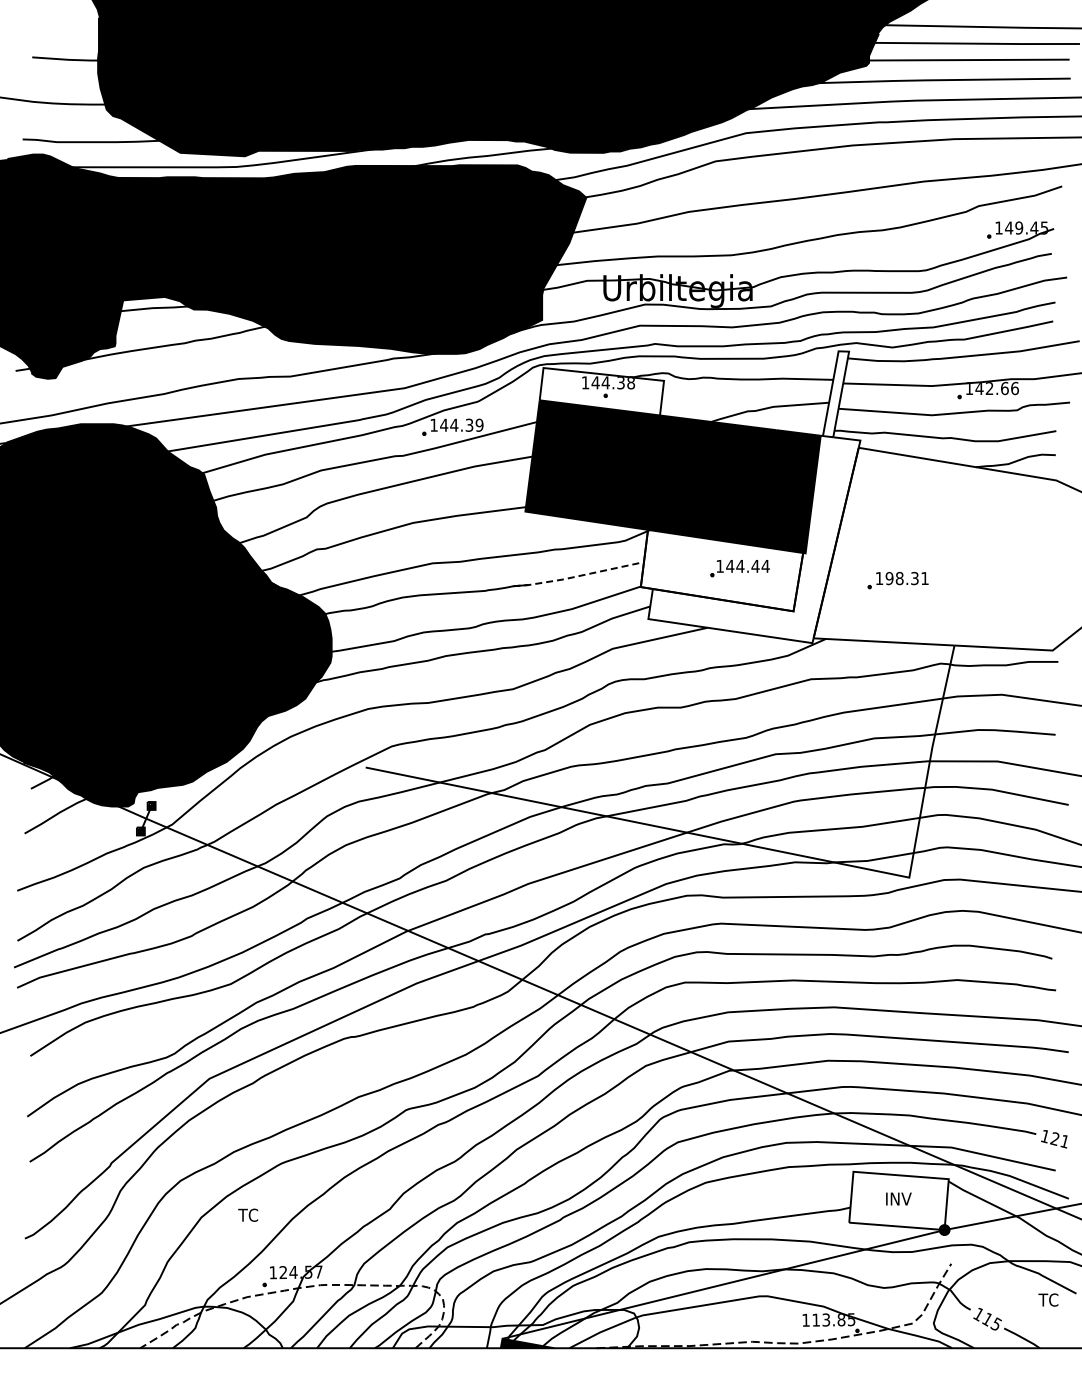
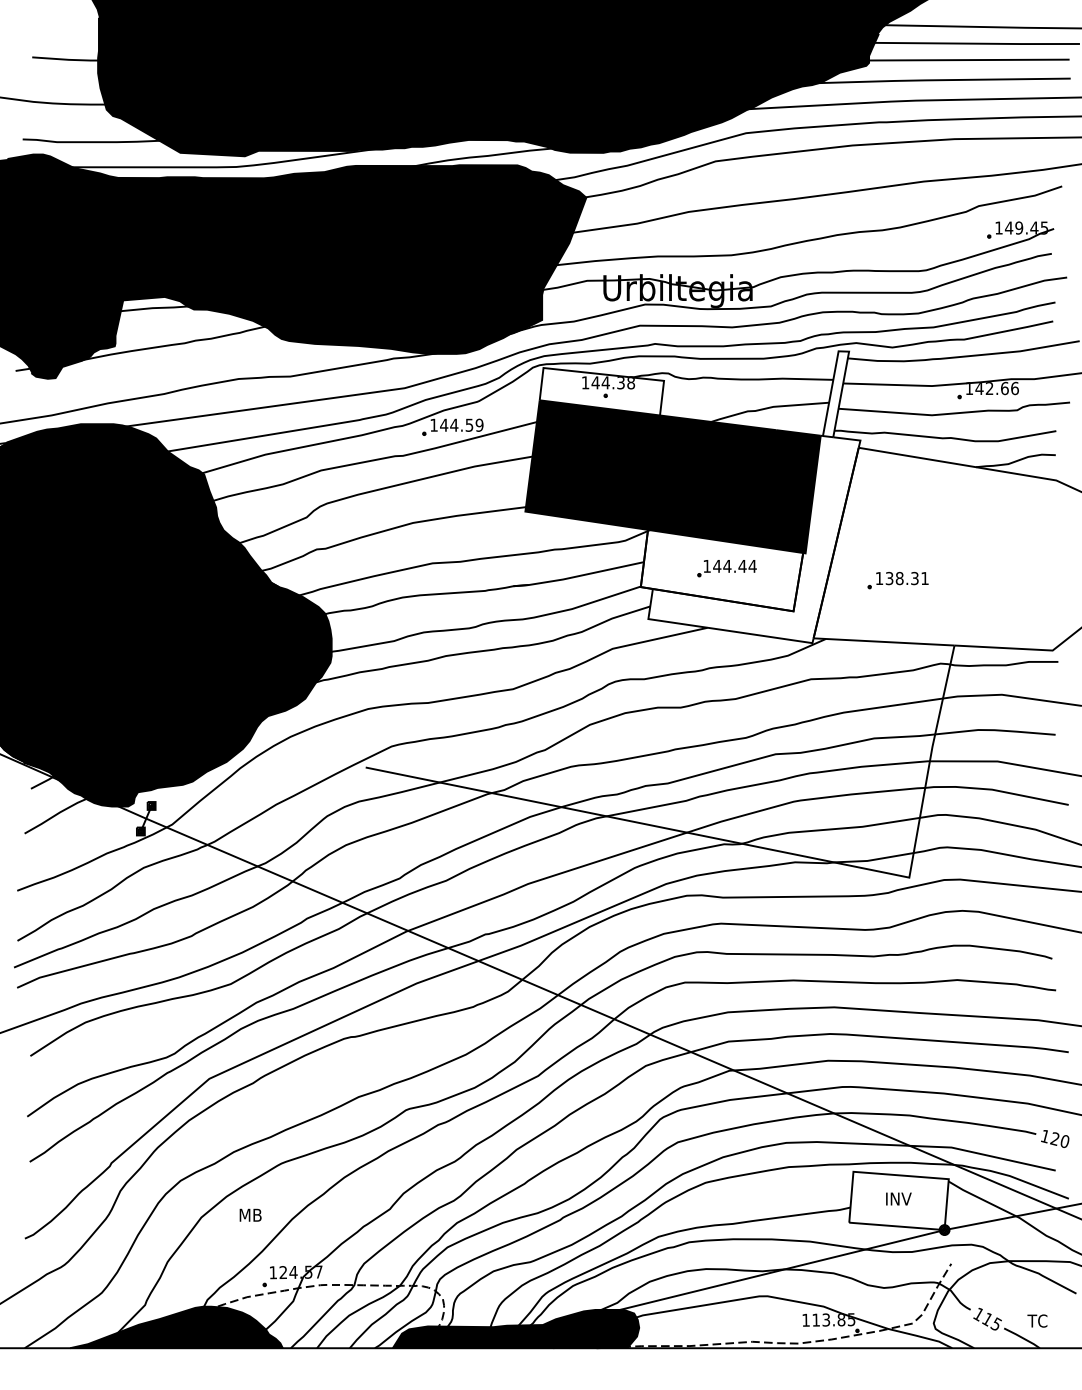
text at (469, 424): 144.39 -> 144.59
part at (739, 568) position: (739, 568) -> (726, 568)
line at (577, 576): dashed -> solid
text at (889, 578): 198.31 -> 138.31
text at (1064, 1141): 121 -> 120
text at (249, 1214): TC -> MB
text at (1048, 1299) position: (1048, 1299) -> (1037, 1320)
fill at (176, 1327): none -> present
fill at (515, 1328): none -> present
